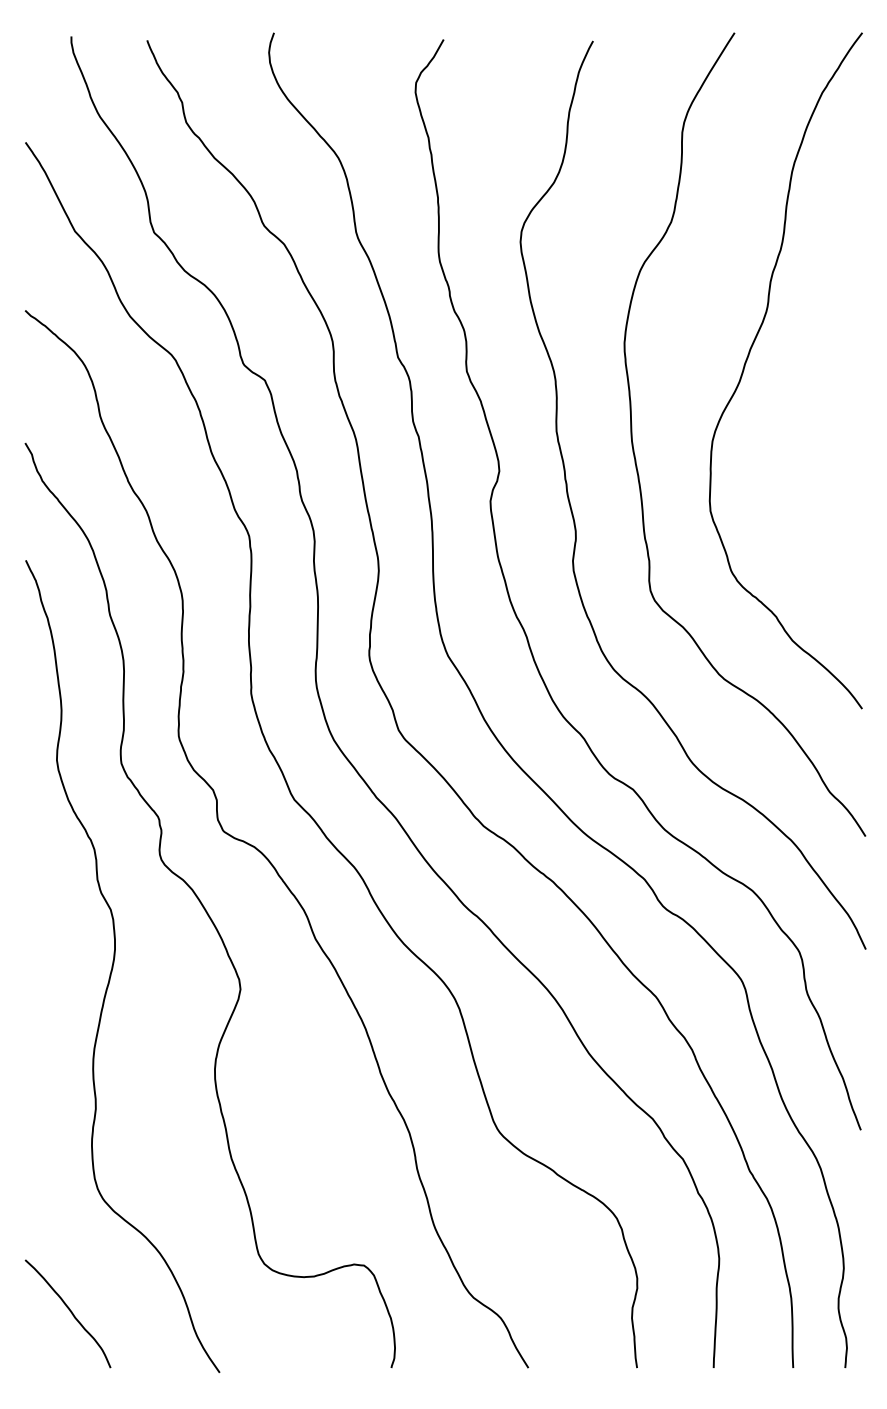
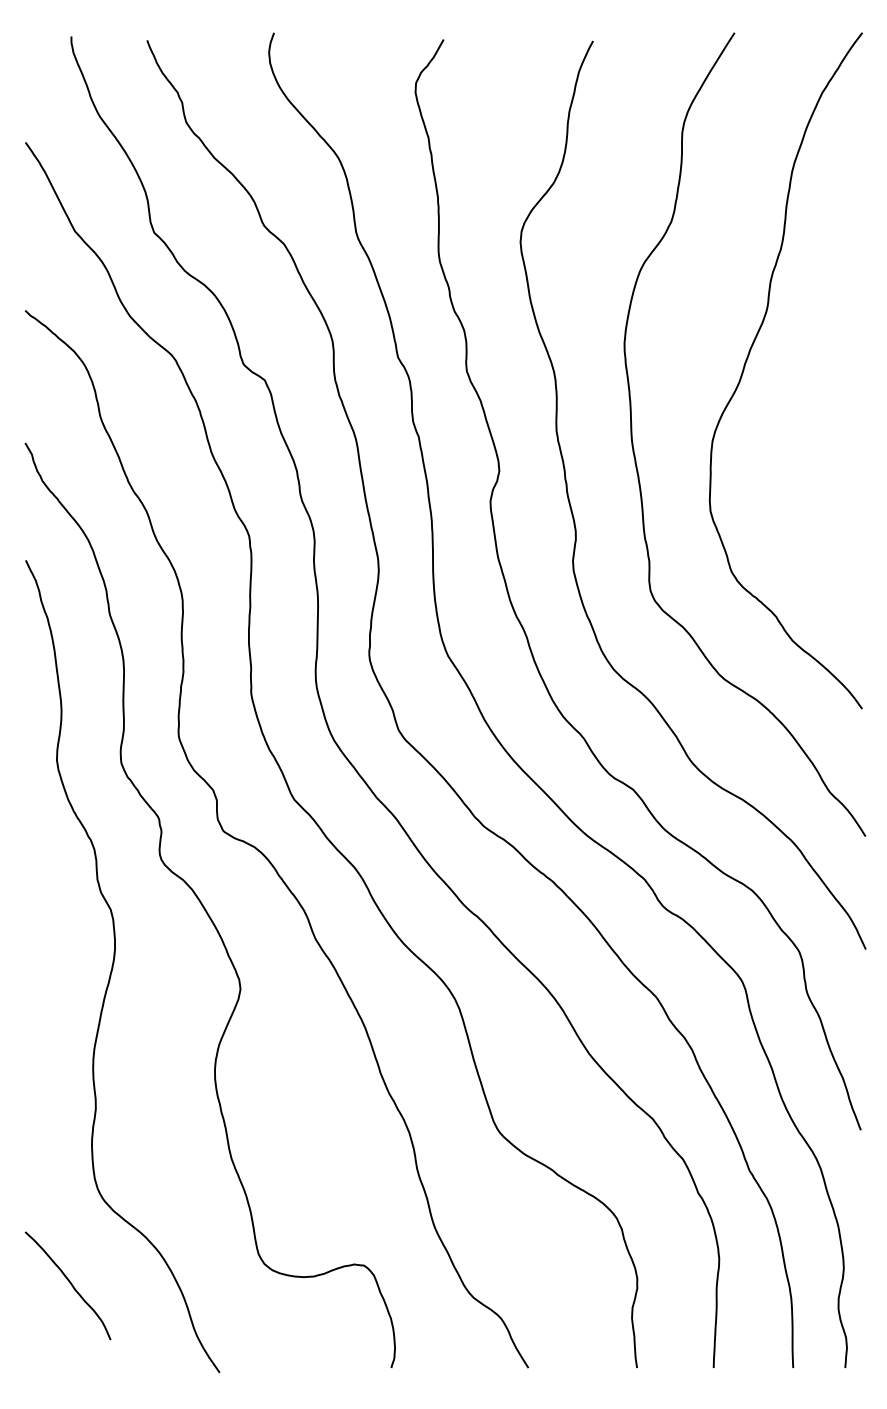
curve at (69, 1311) position: (69, 1311) -> (69, 1283)
